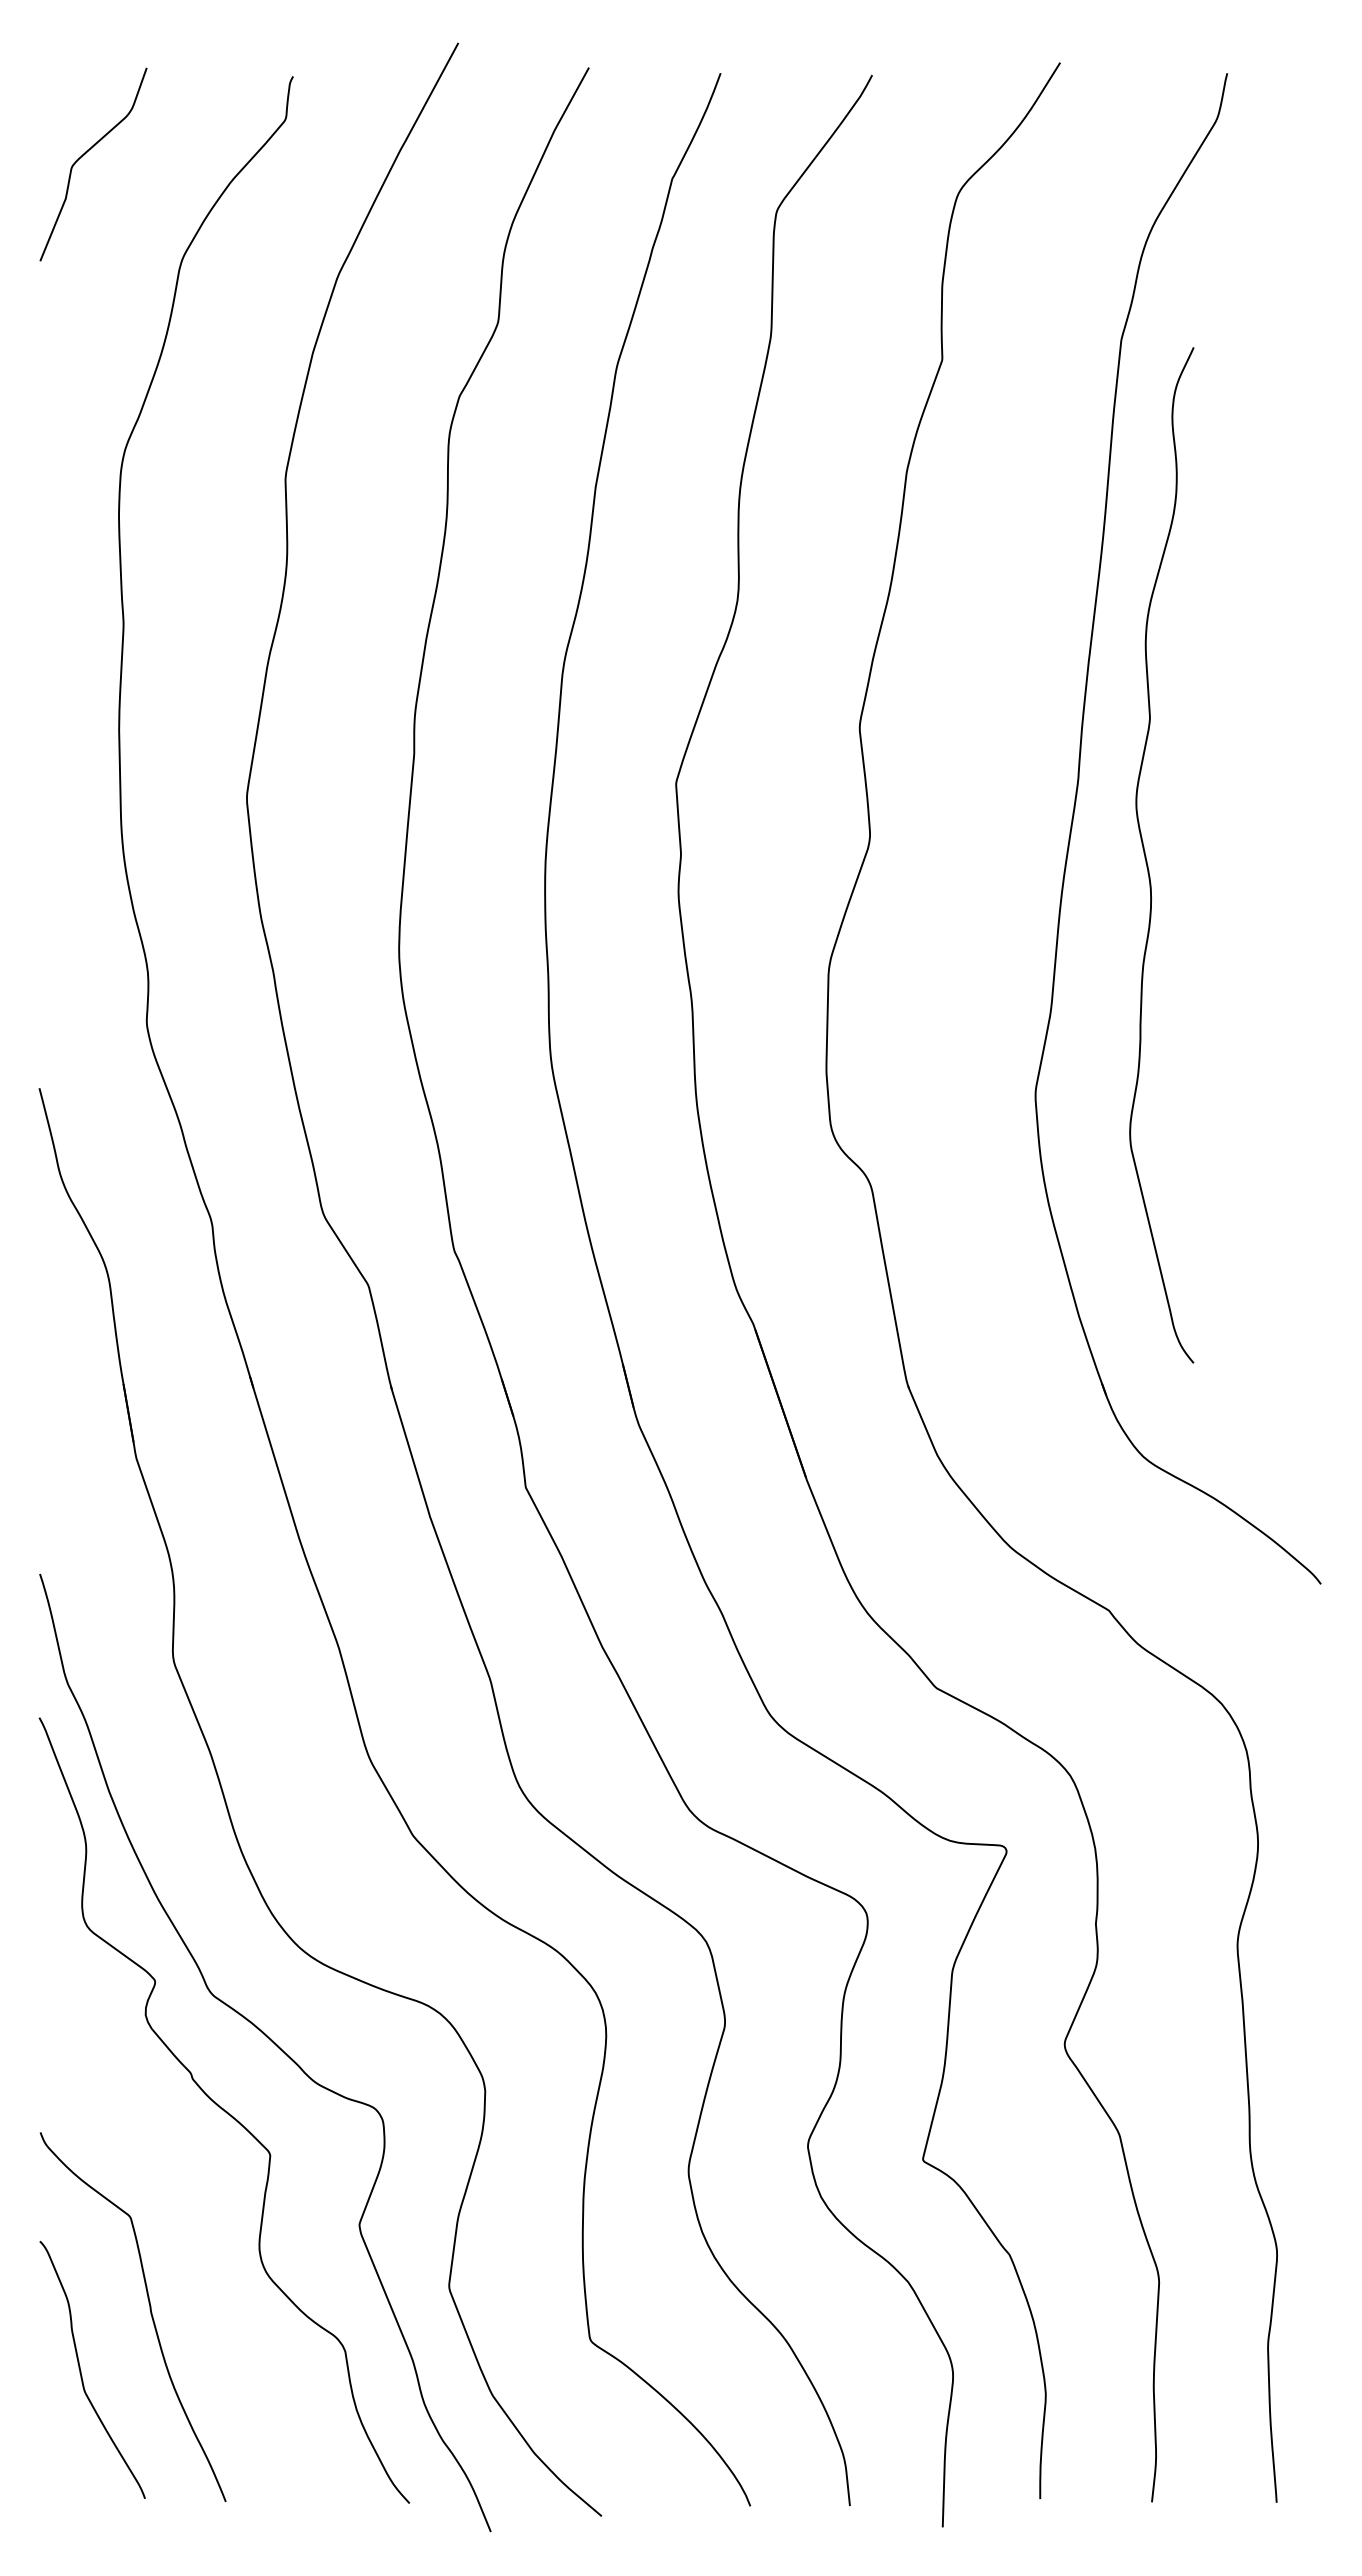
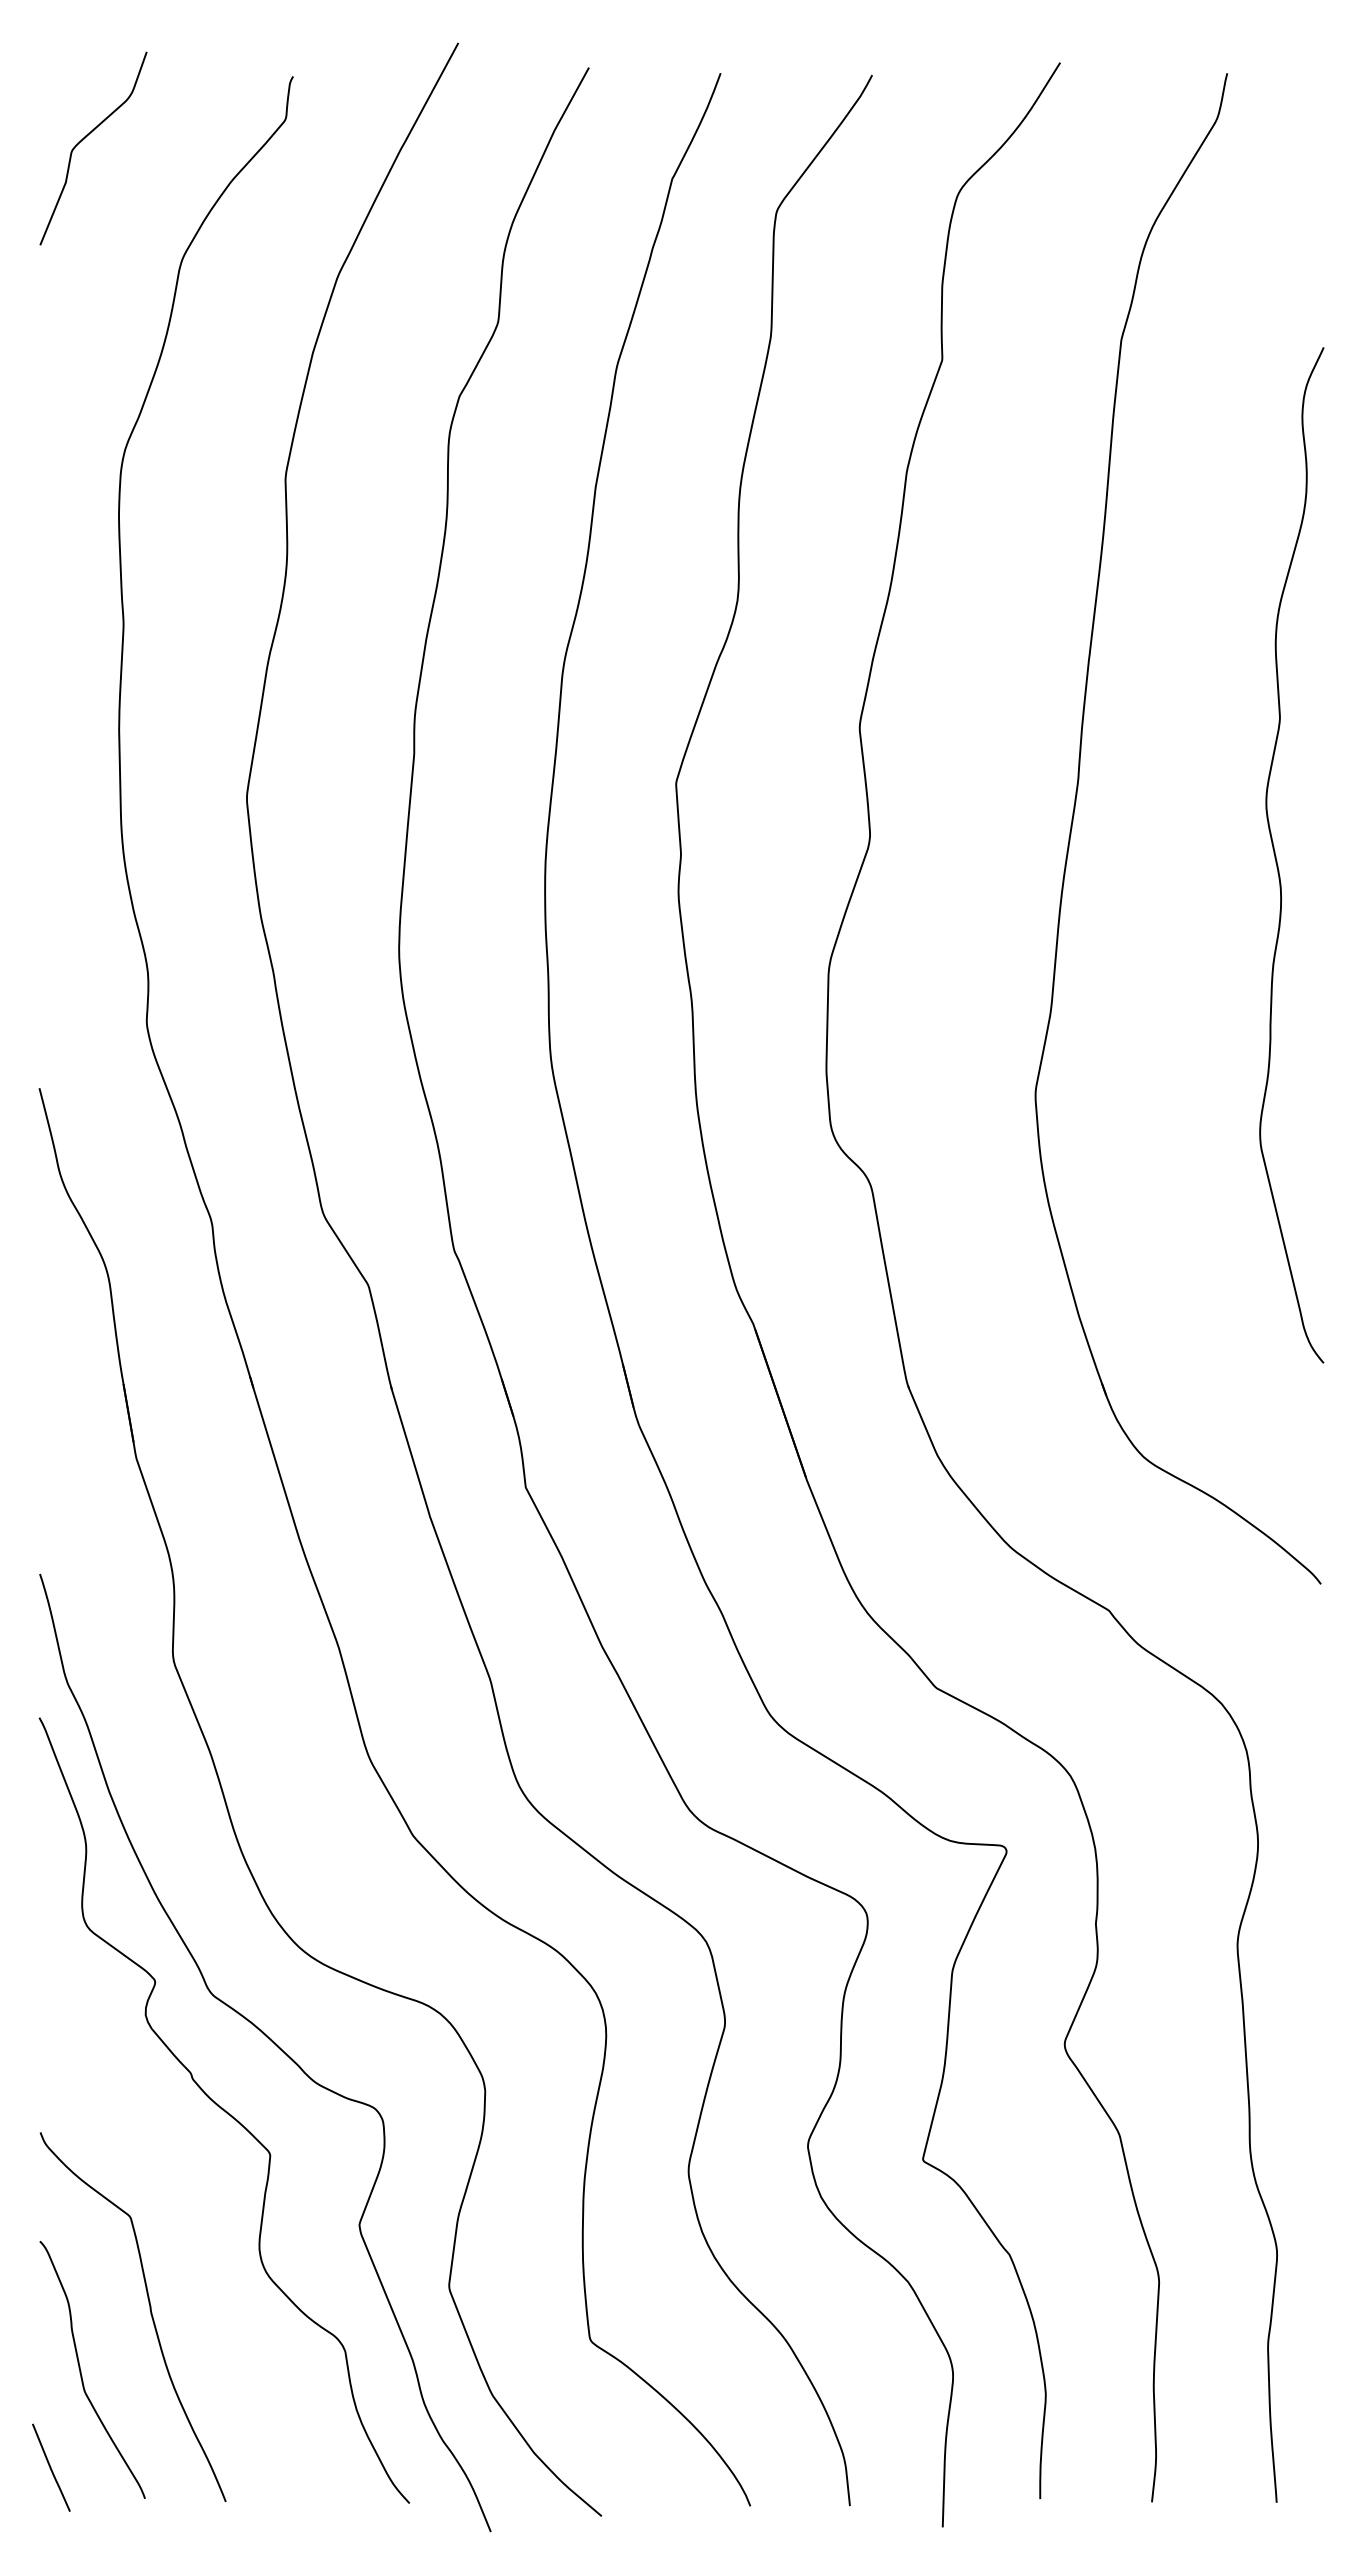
curve at (84, 155) position: (84, 155) -> (84, 139)
curve at (1147, 860) position: (1147, 860) -> (1277, 860)
line at (51, 2467): none -> present
